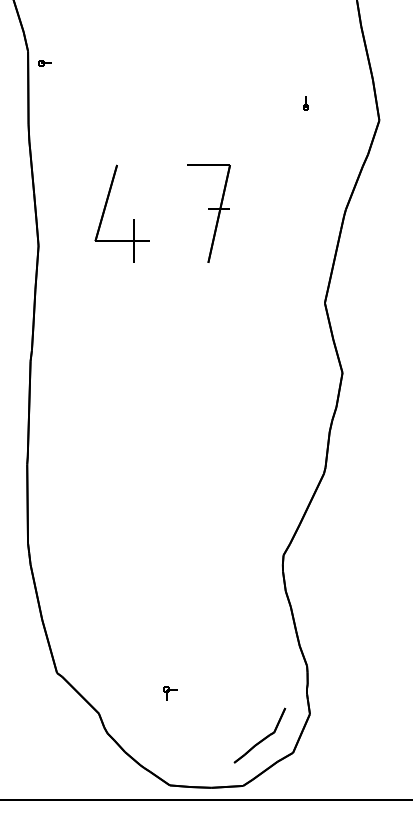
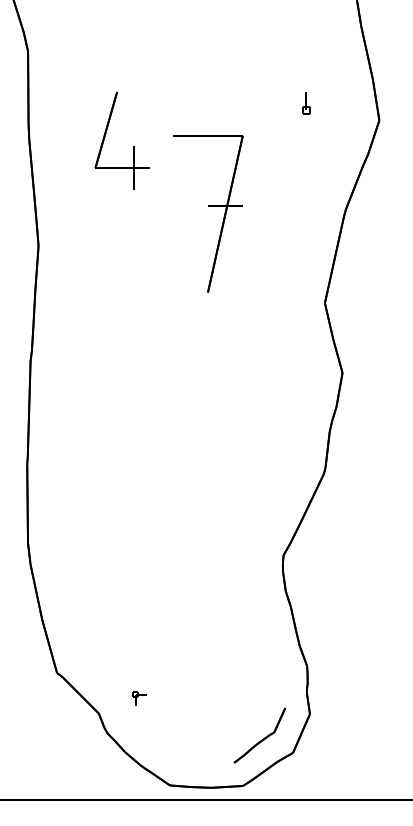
part at (44, 63): present -> none
part at (305, 103) size: 6x15 px -> 9x23 px
part at (208, 213) size: 44x99 px -> 71x158 px
part at (133, 219) position: (133, 219) -> (133, 146)
part at (170, 693) position: (170, 693) -> (139, 698)
